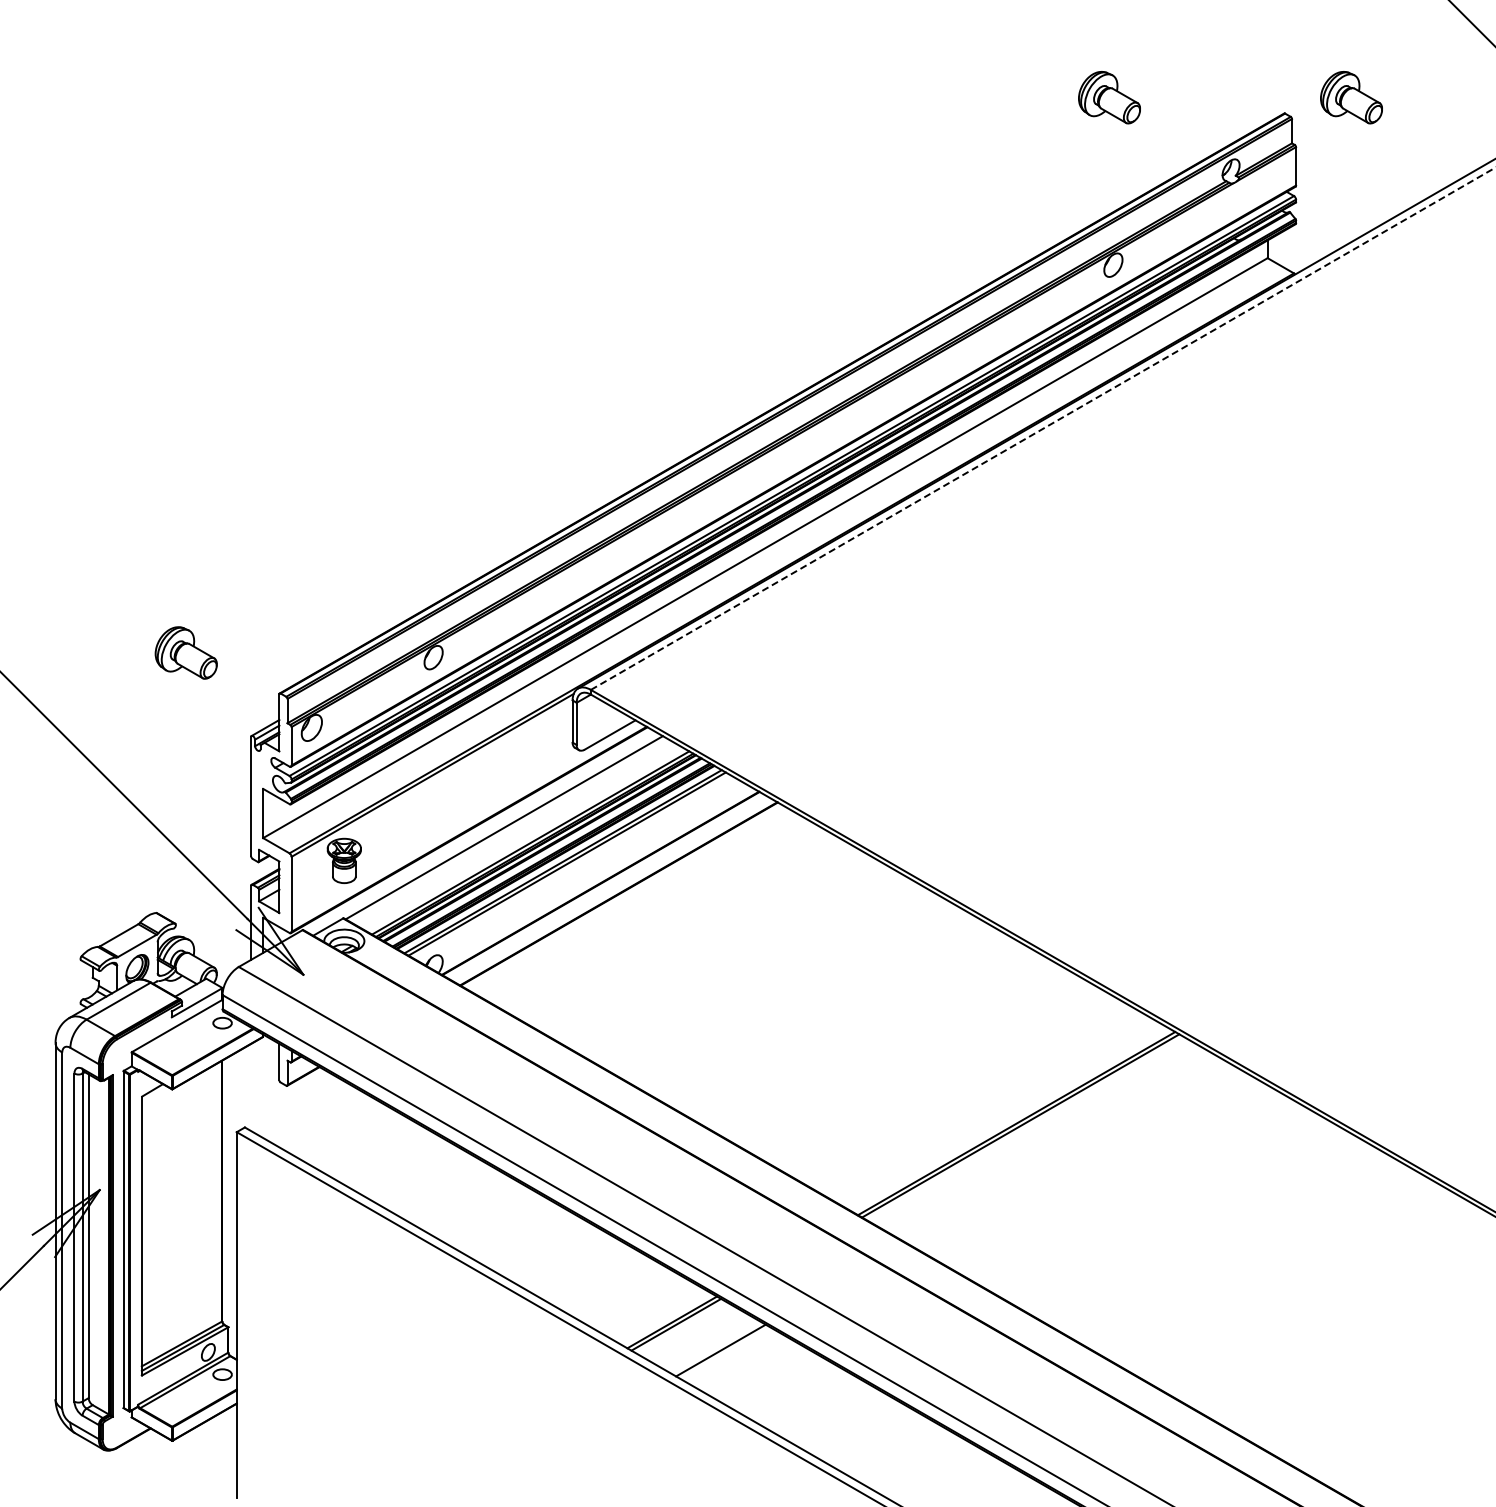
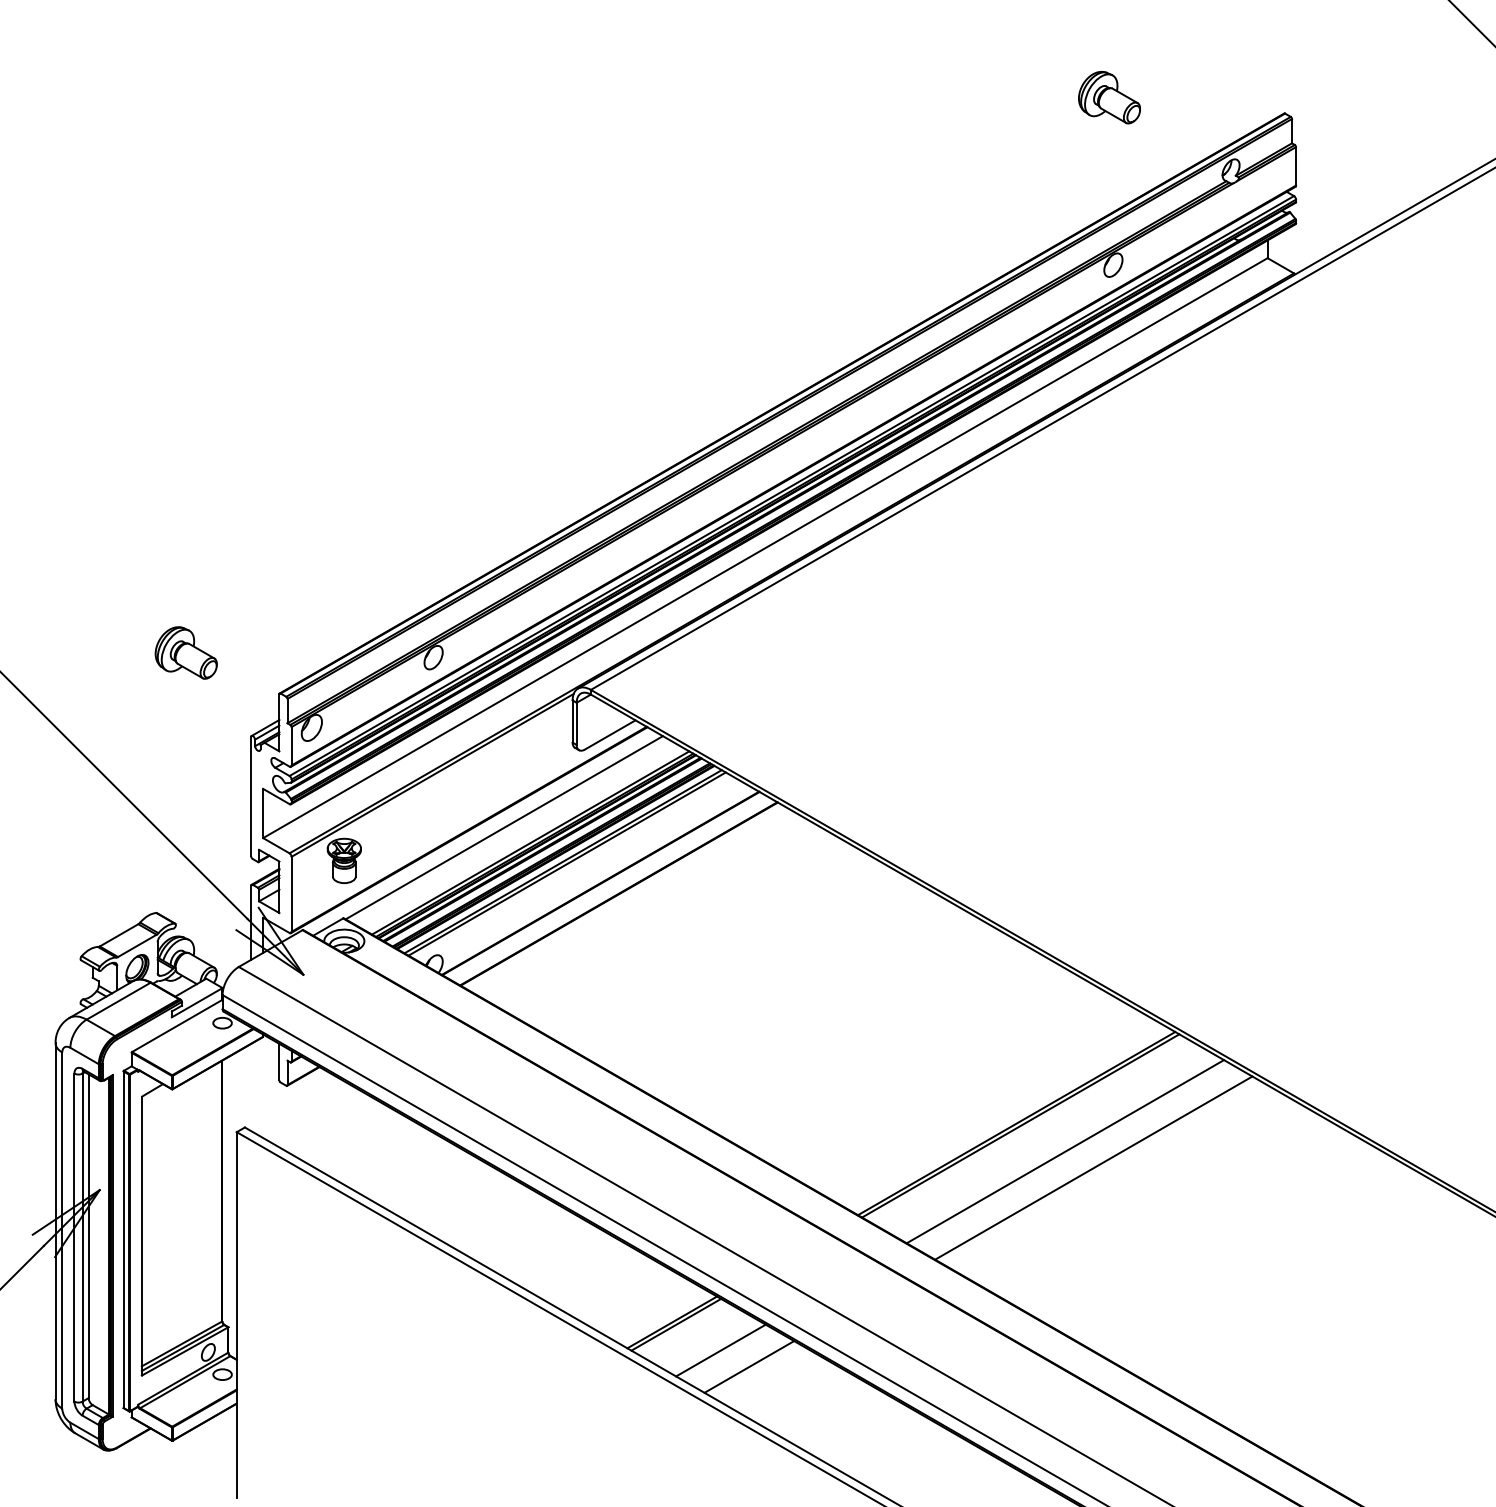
part at (1351, 97): present -> none
line at (1043, 428): dashed -> solid
line at (1065, 1151): none -> present
line at (1093, 1167): none -> present
line at (749, 1366): none -> present
